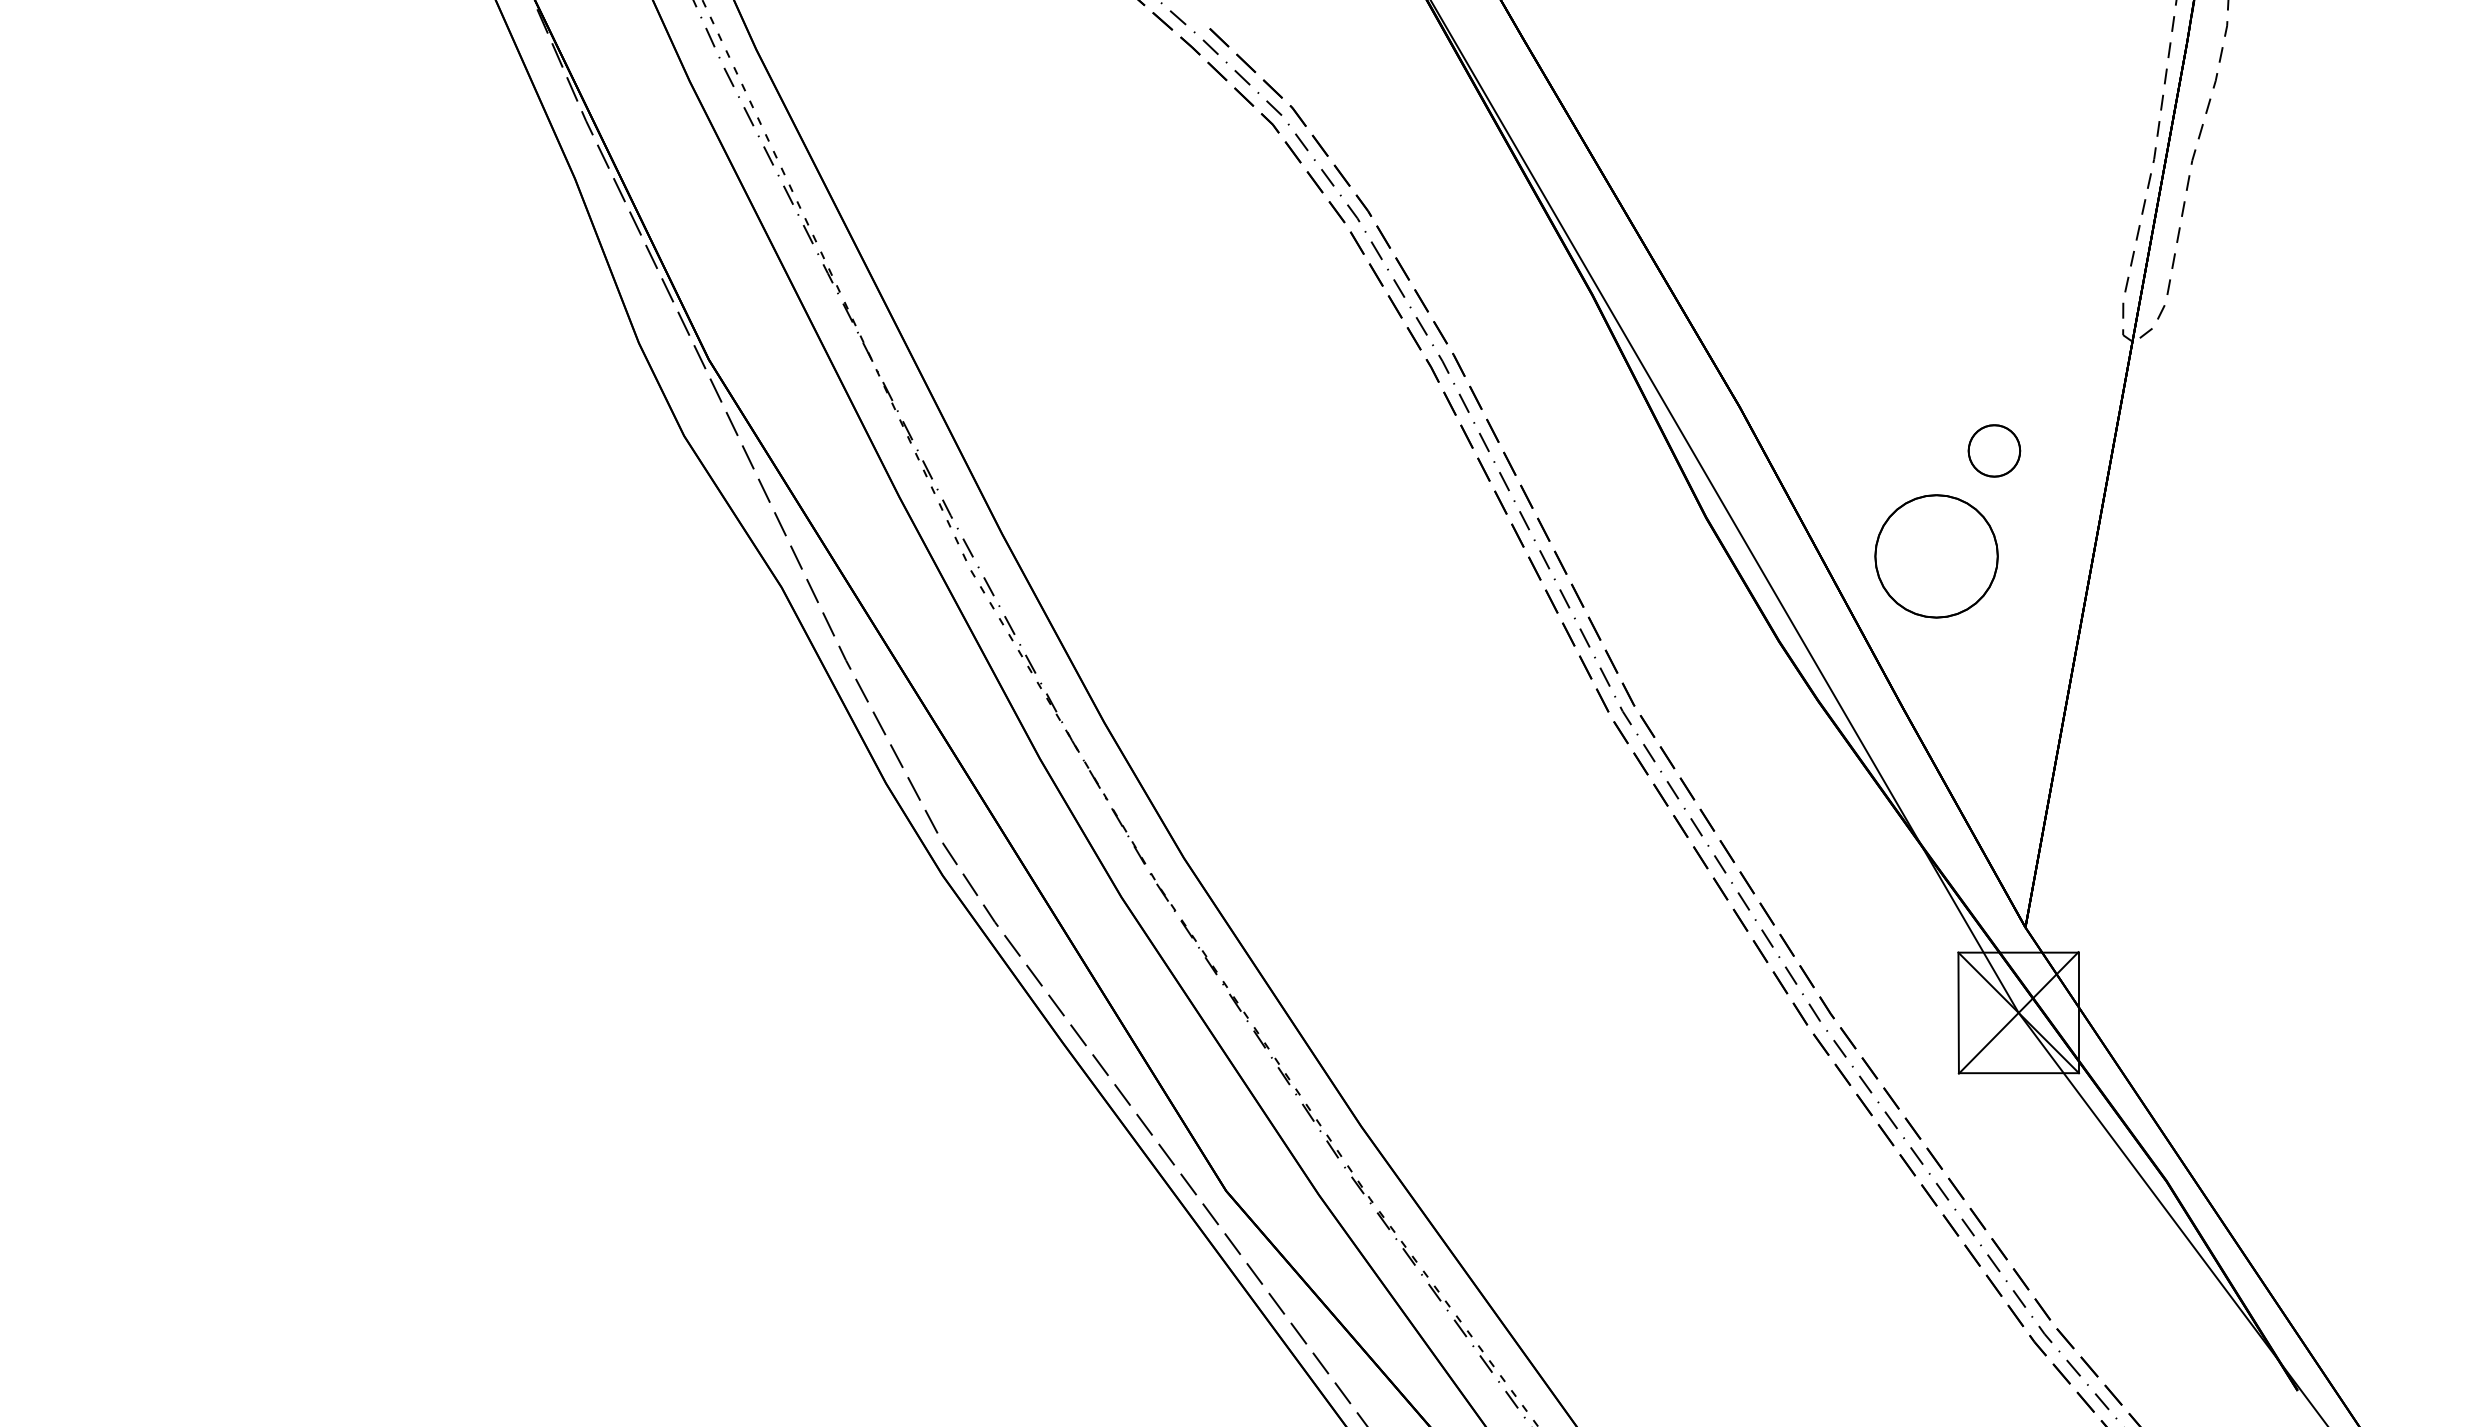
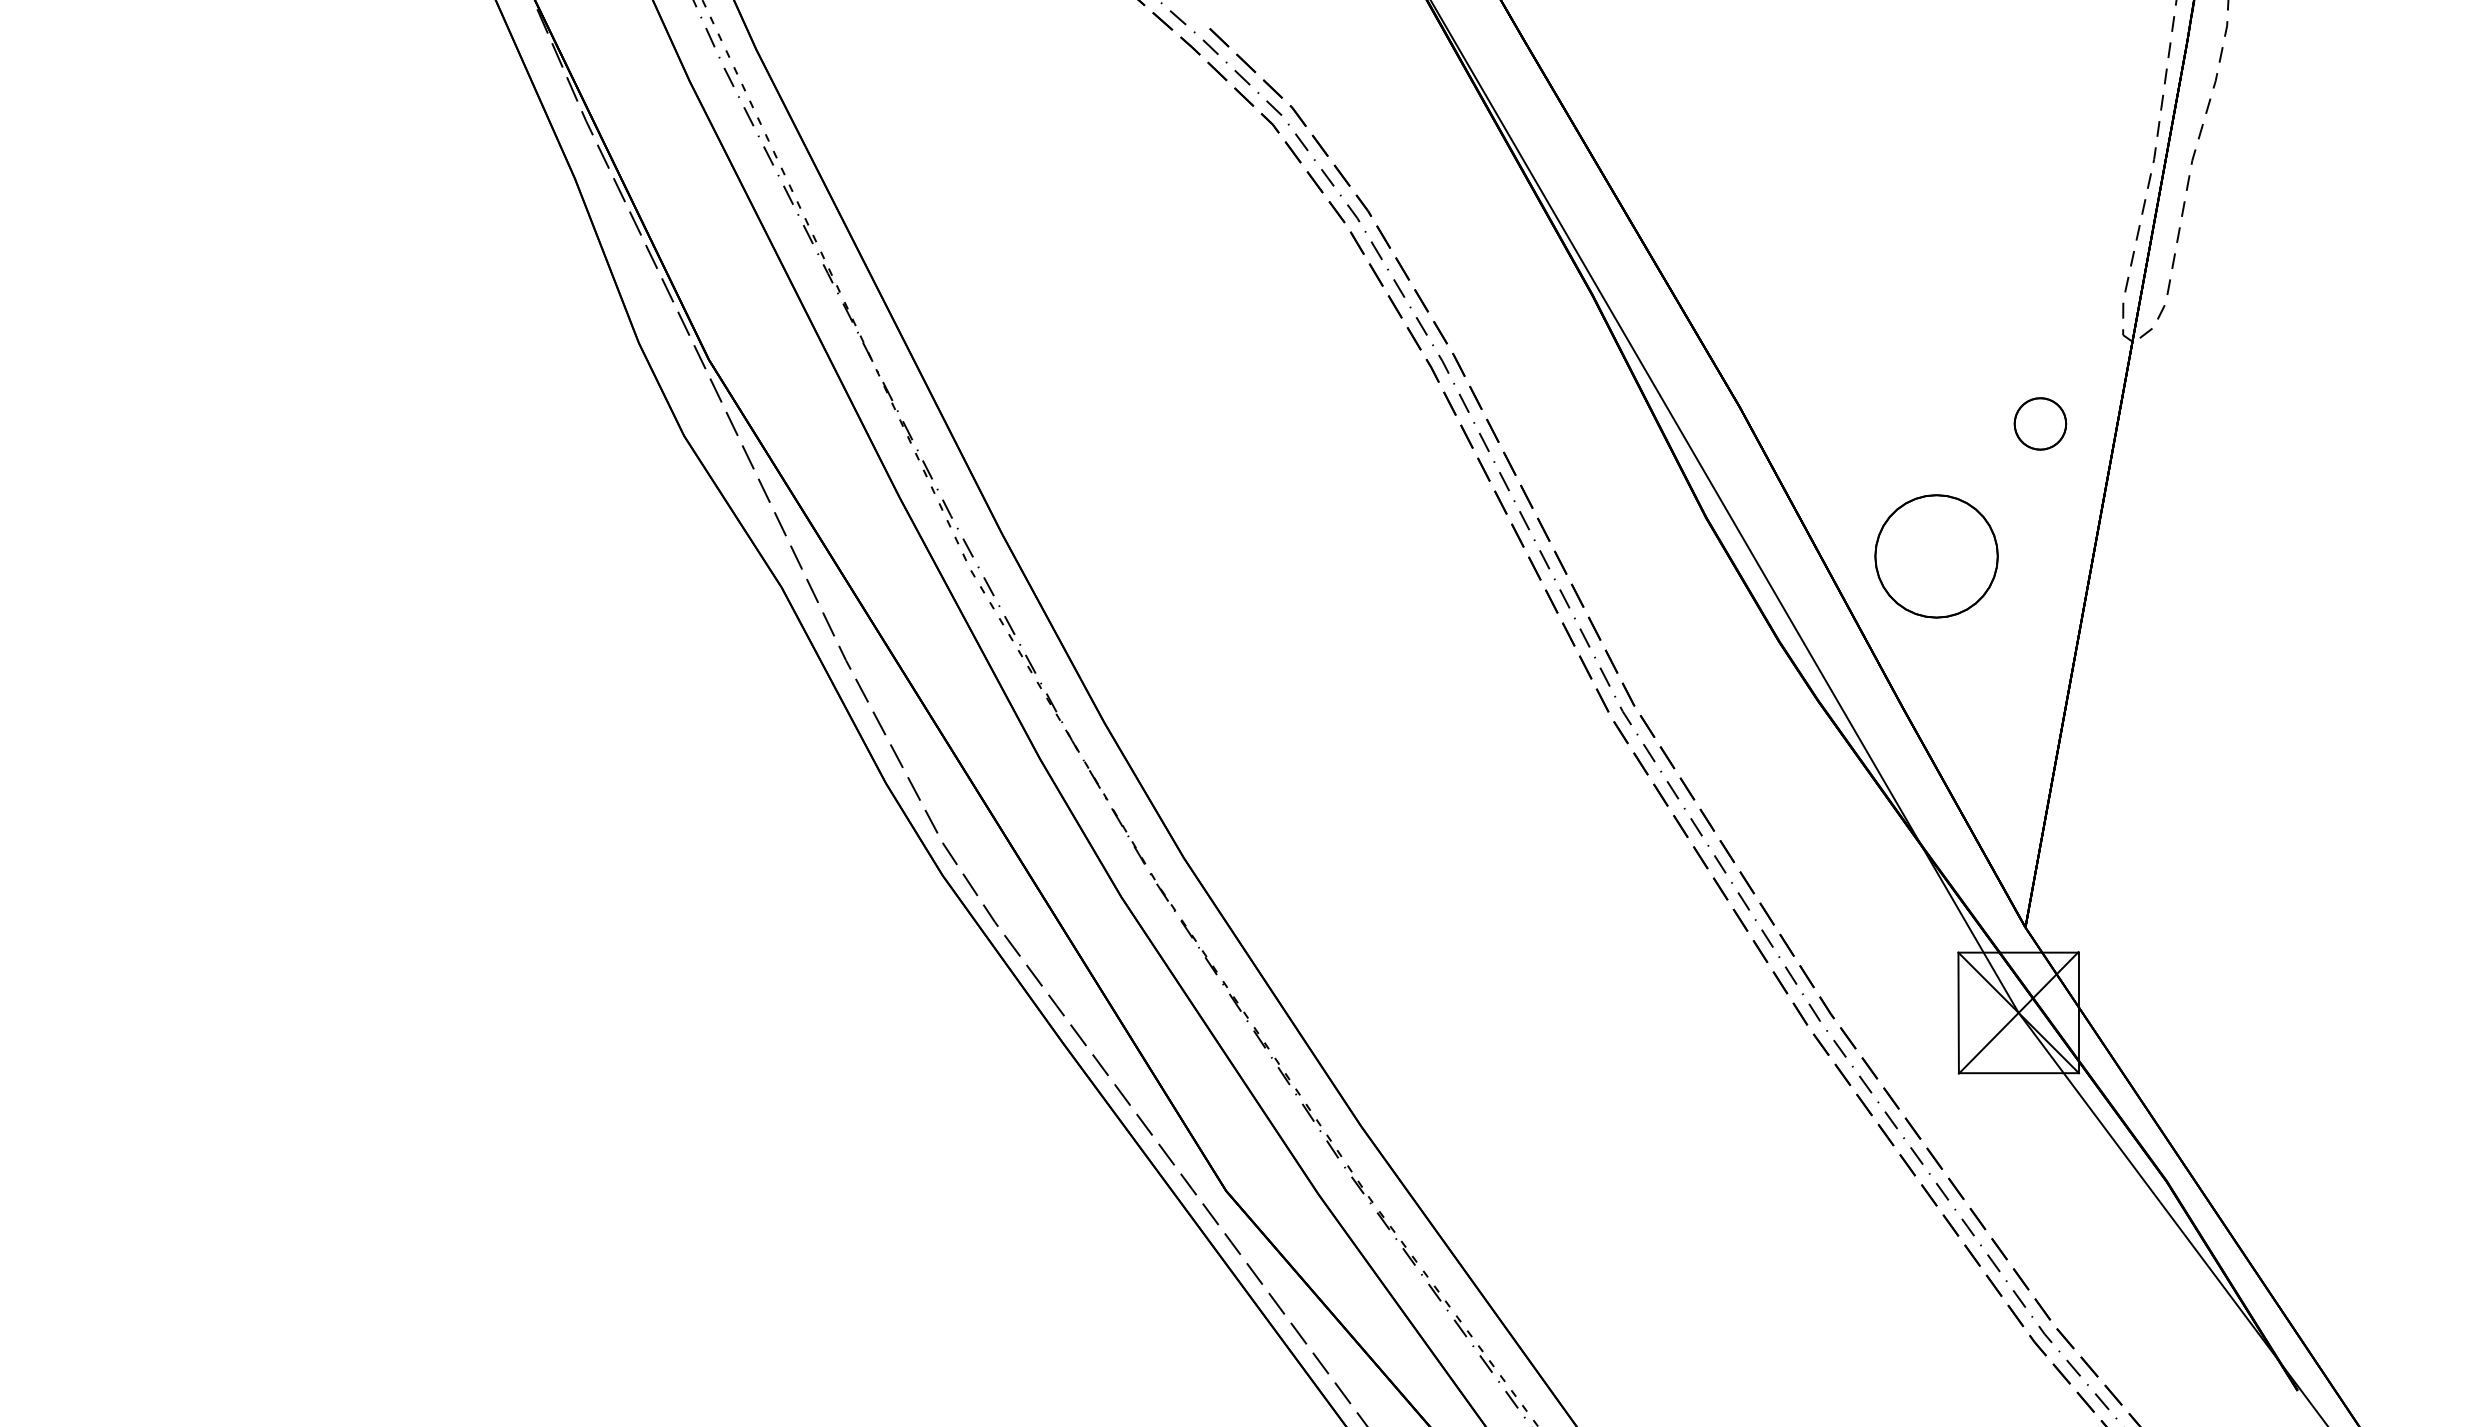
part at (1994, 450) position: (1994, 450) -> (2040, 423)
